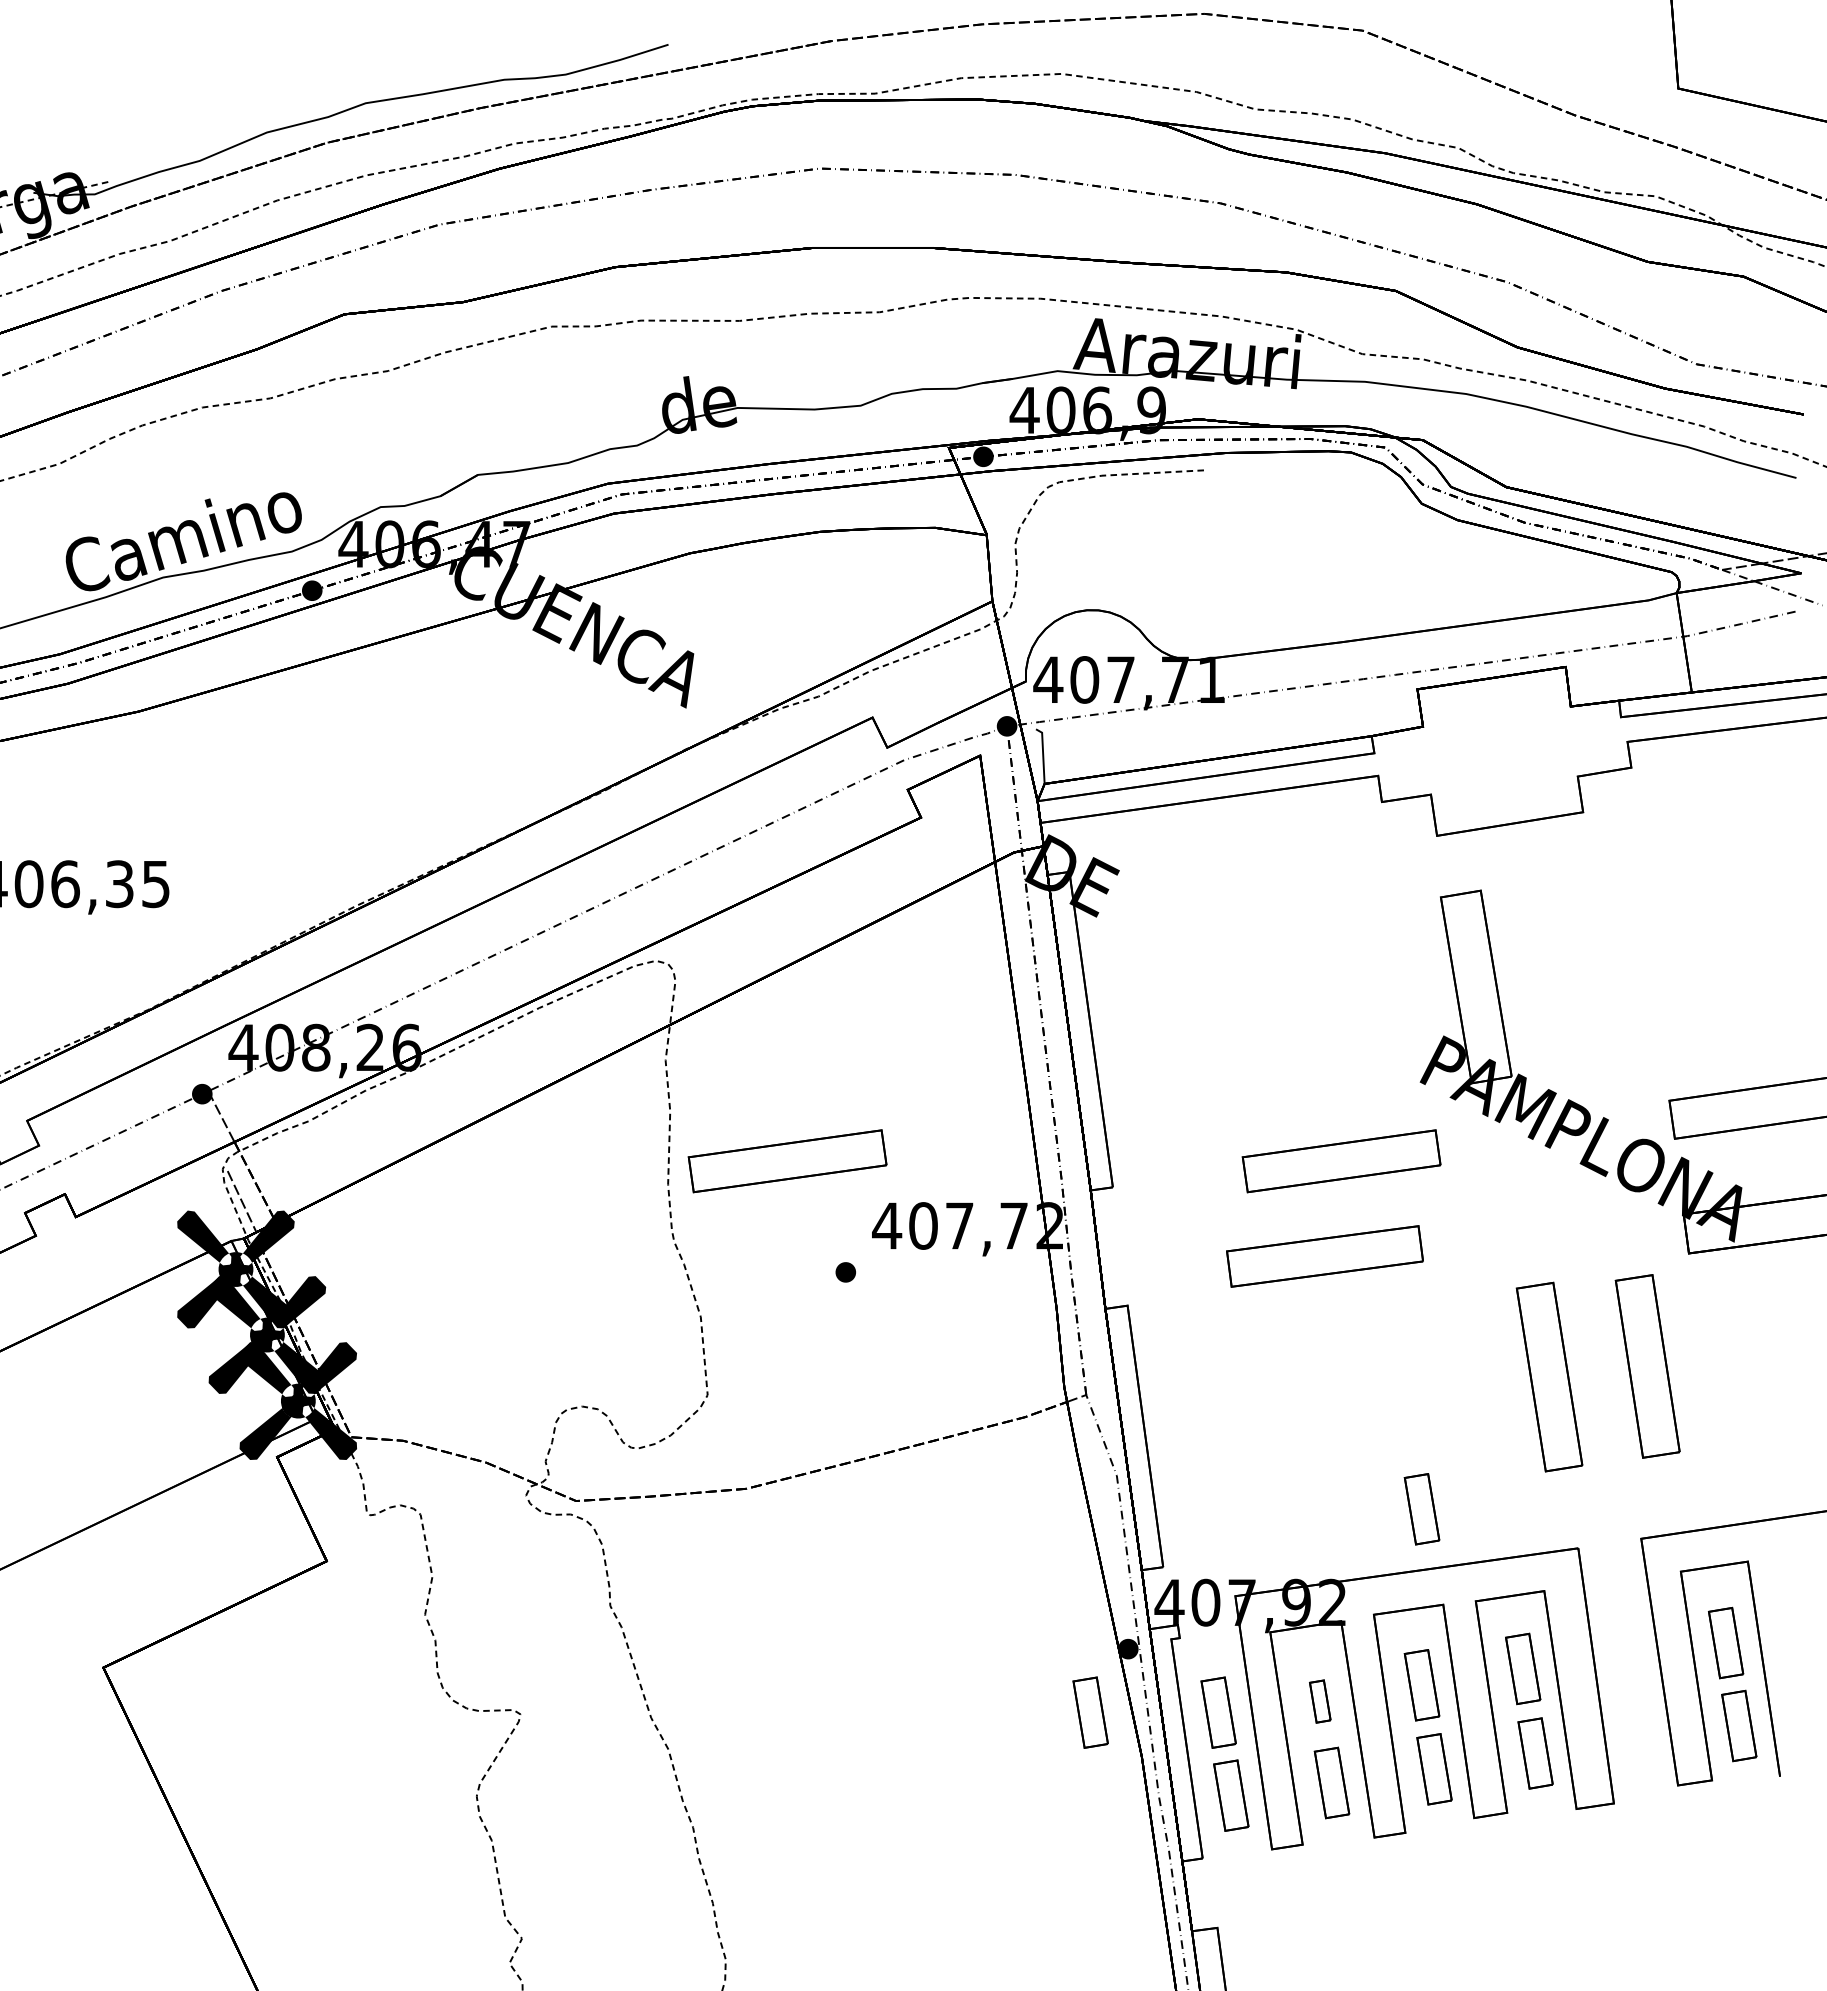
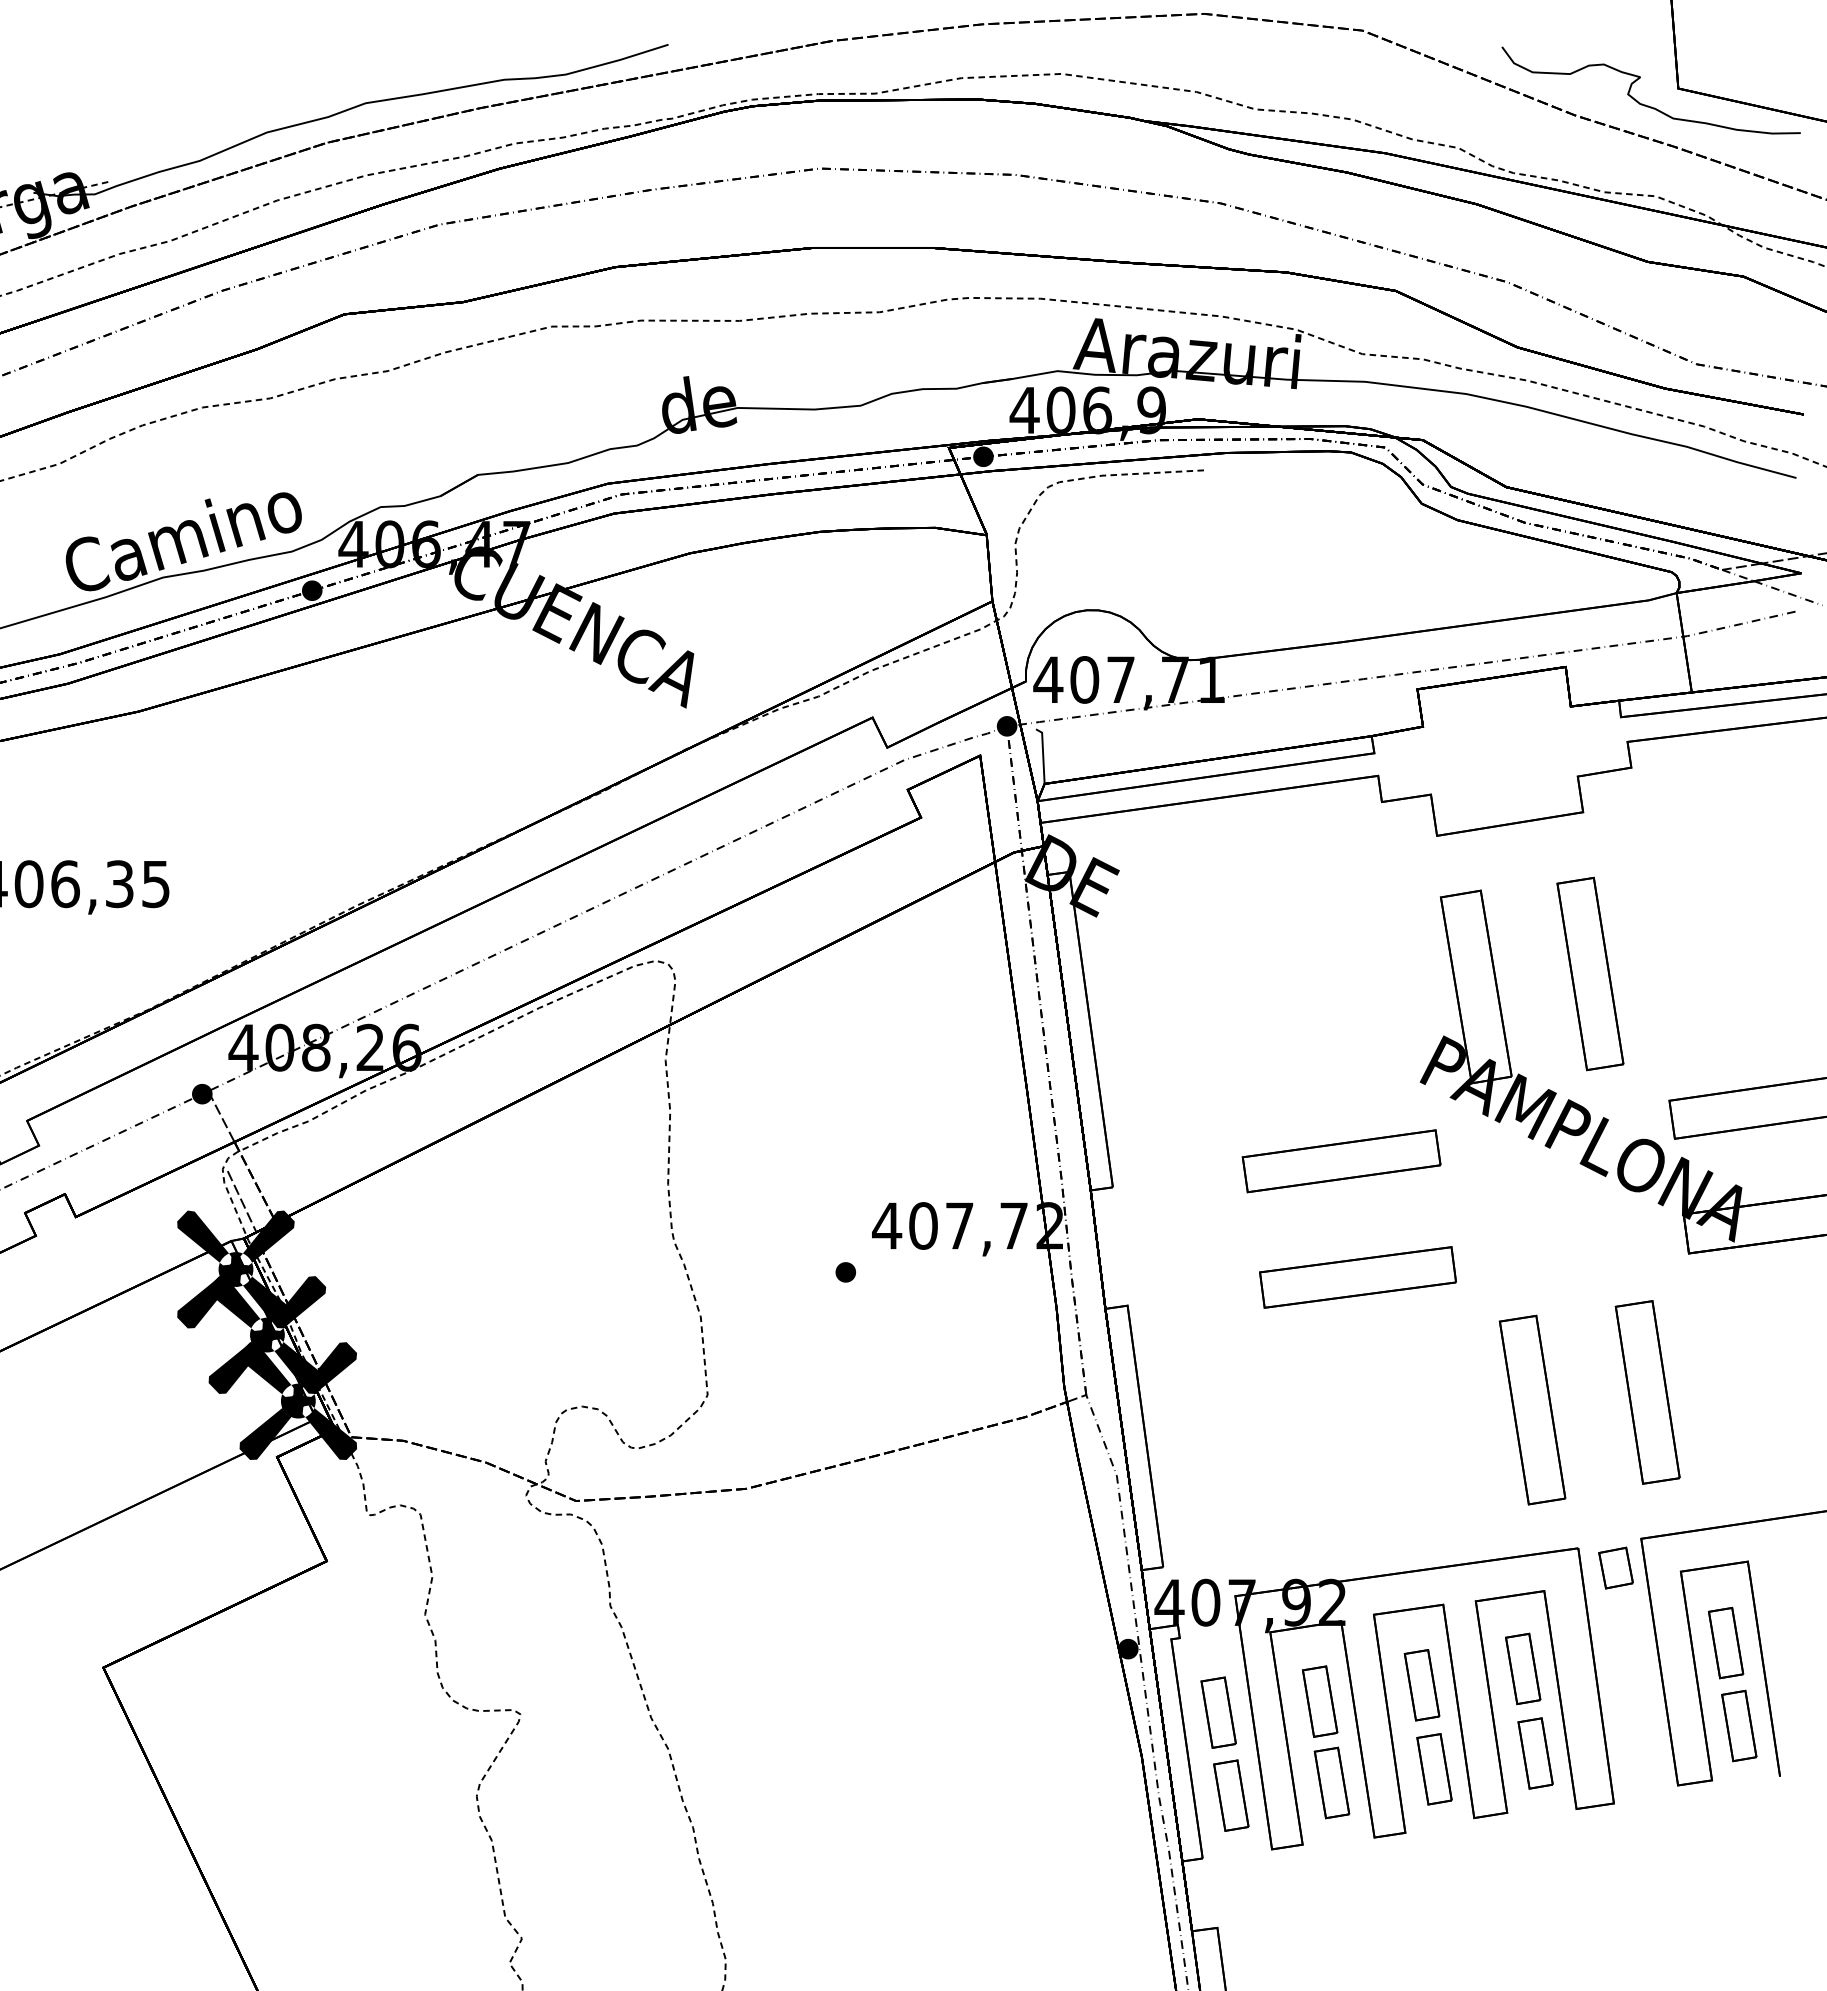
curve at (1645, 104): none -> present
part at (1590, 973): none -> present
part at (787, 1161): present -> none
part at (1324, 1256) position: (1324, 1256) -> (1357, 1277)
part at (1647, 1366) position: (1647, 1366) -> (1647, 1392)
part at (1549, 1376) position: (1549, 1376) -> (1532, 1409)
part at (1421, 1509): present -> none
part at (1615, 1567): none -> present
part at (1320, 1701) size: 23x45 px -> 37x73 px
part at (1090, 1712): present -> none
